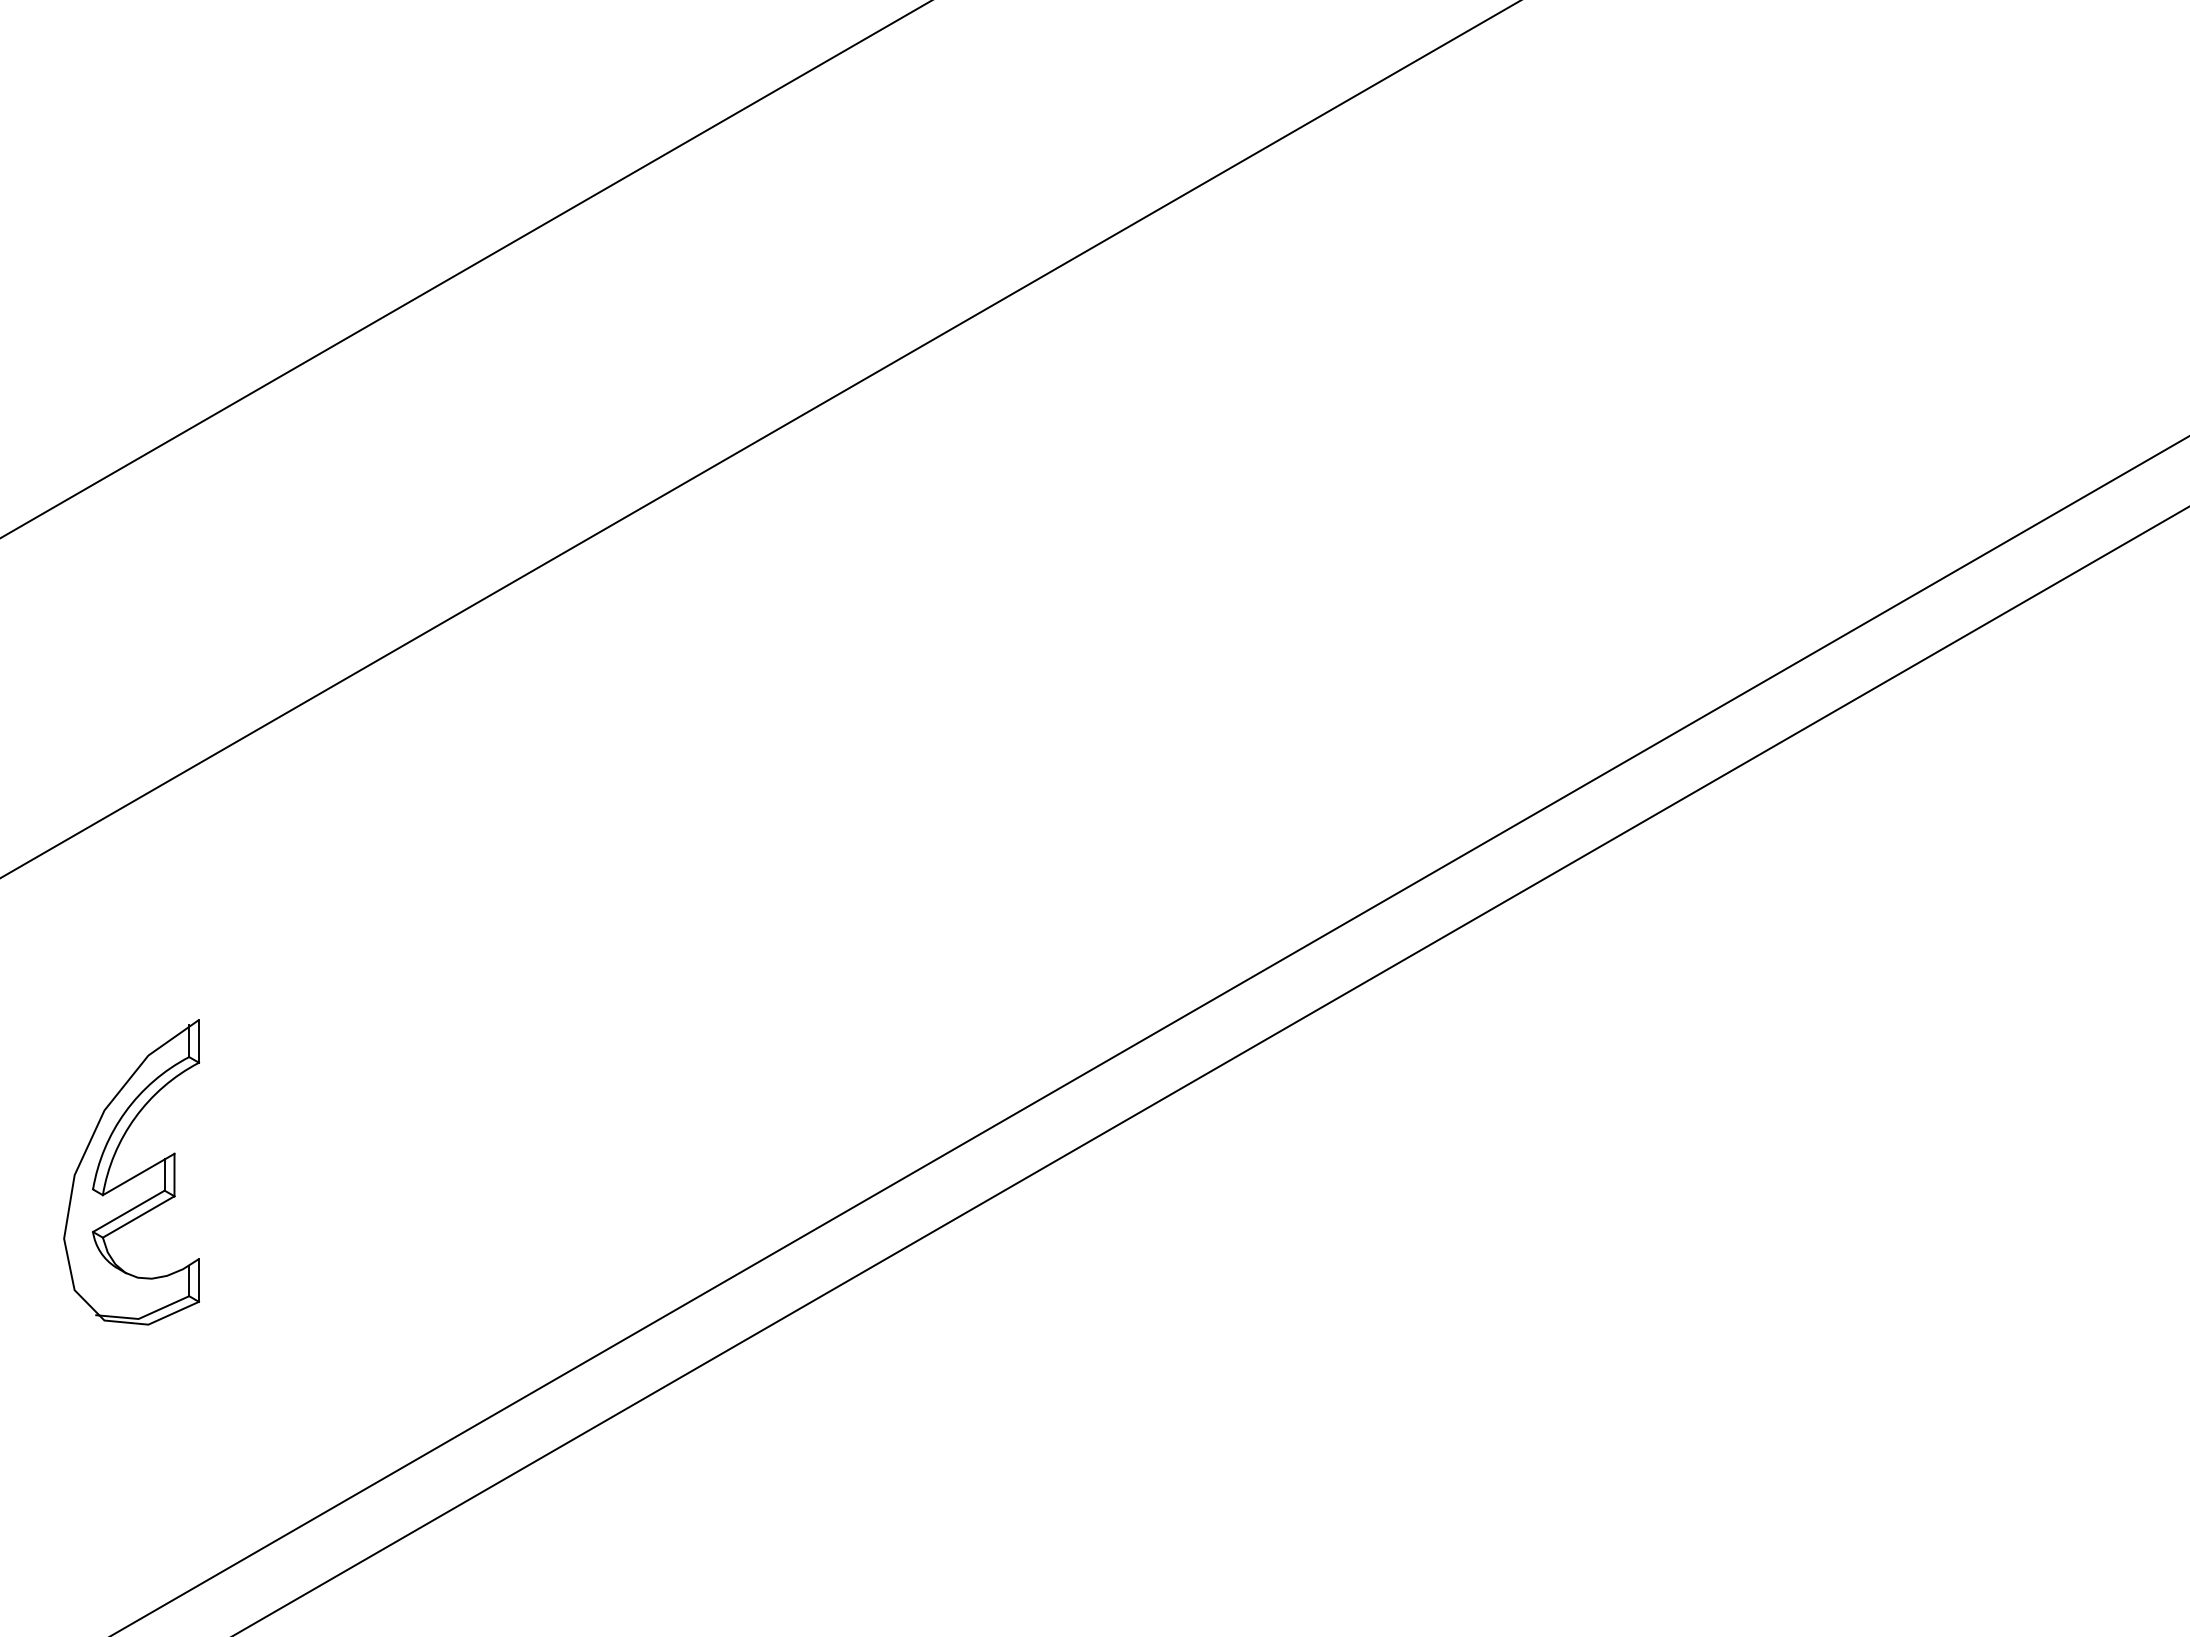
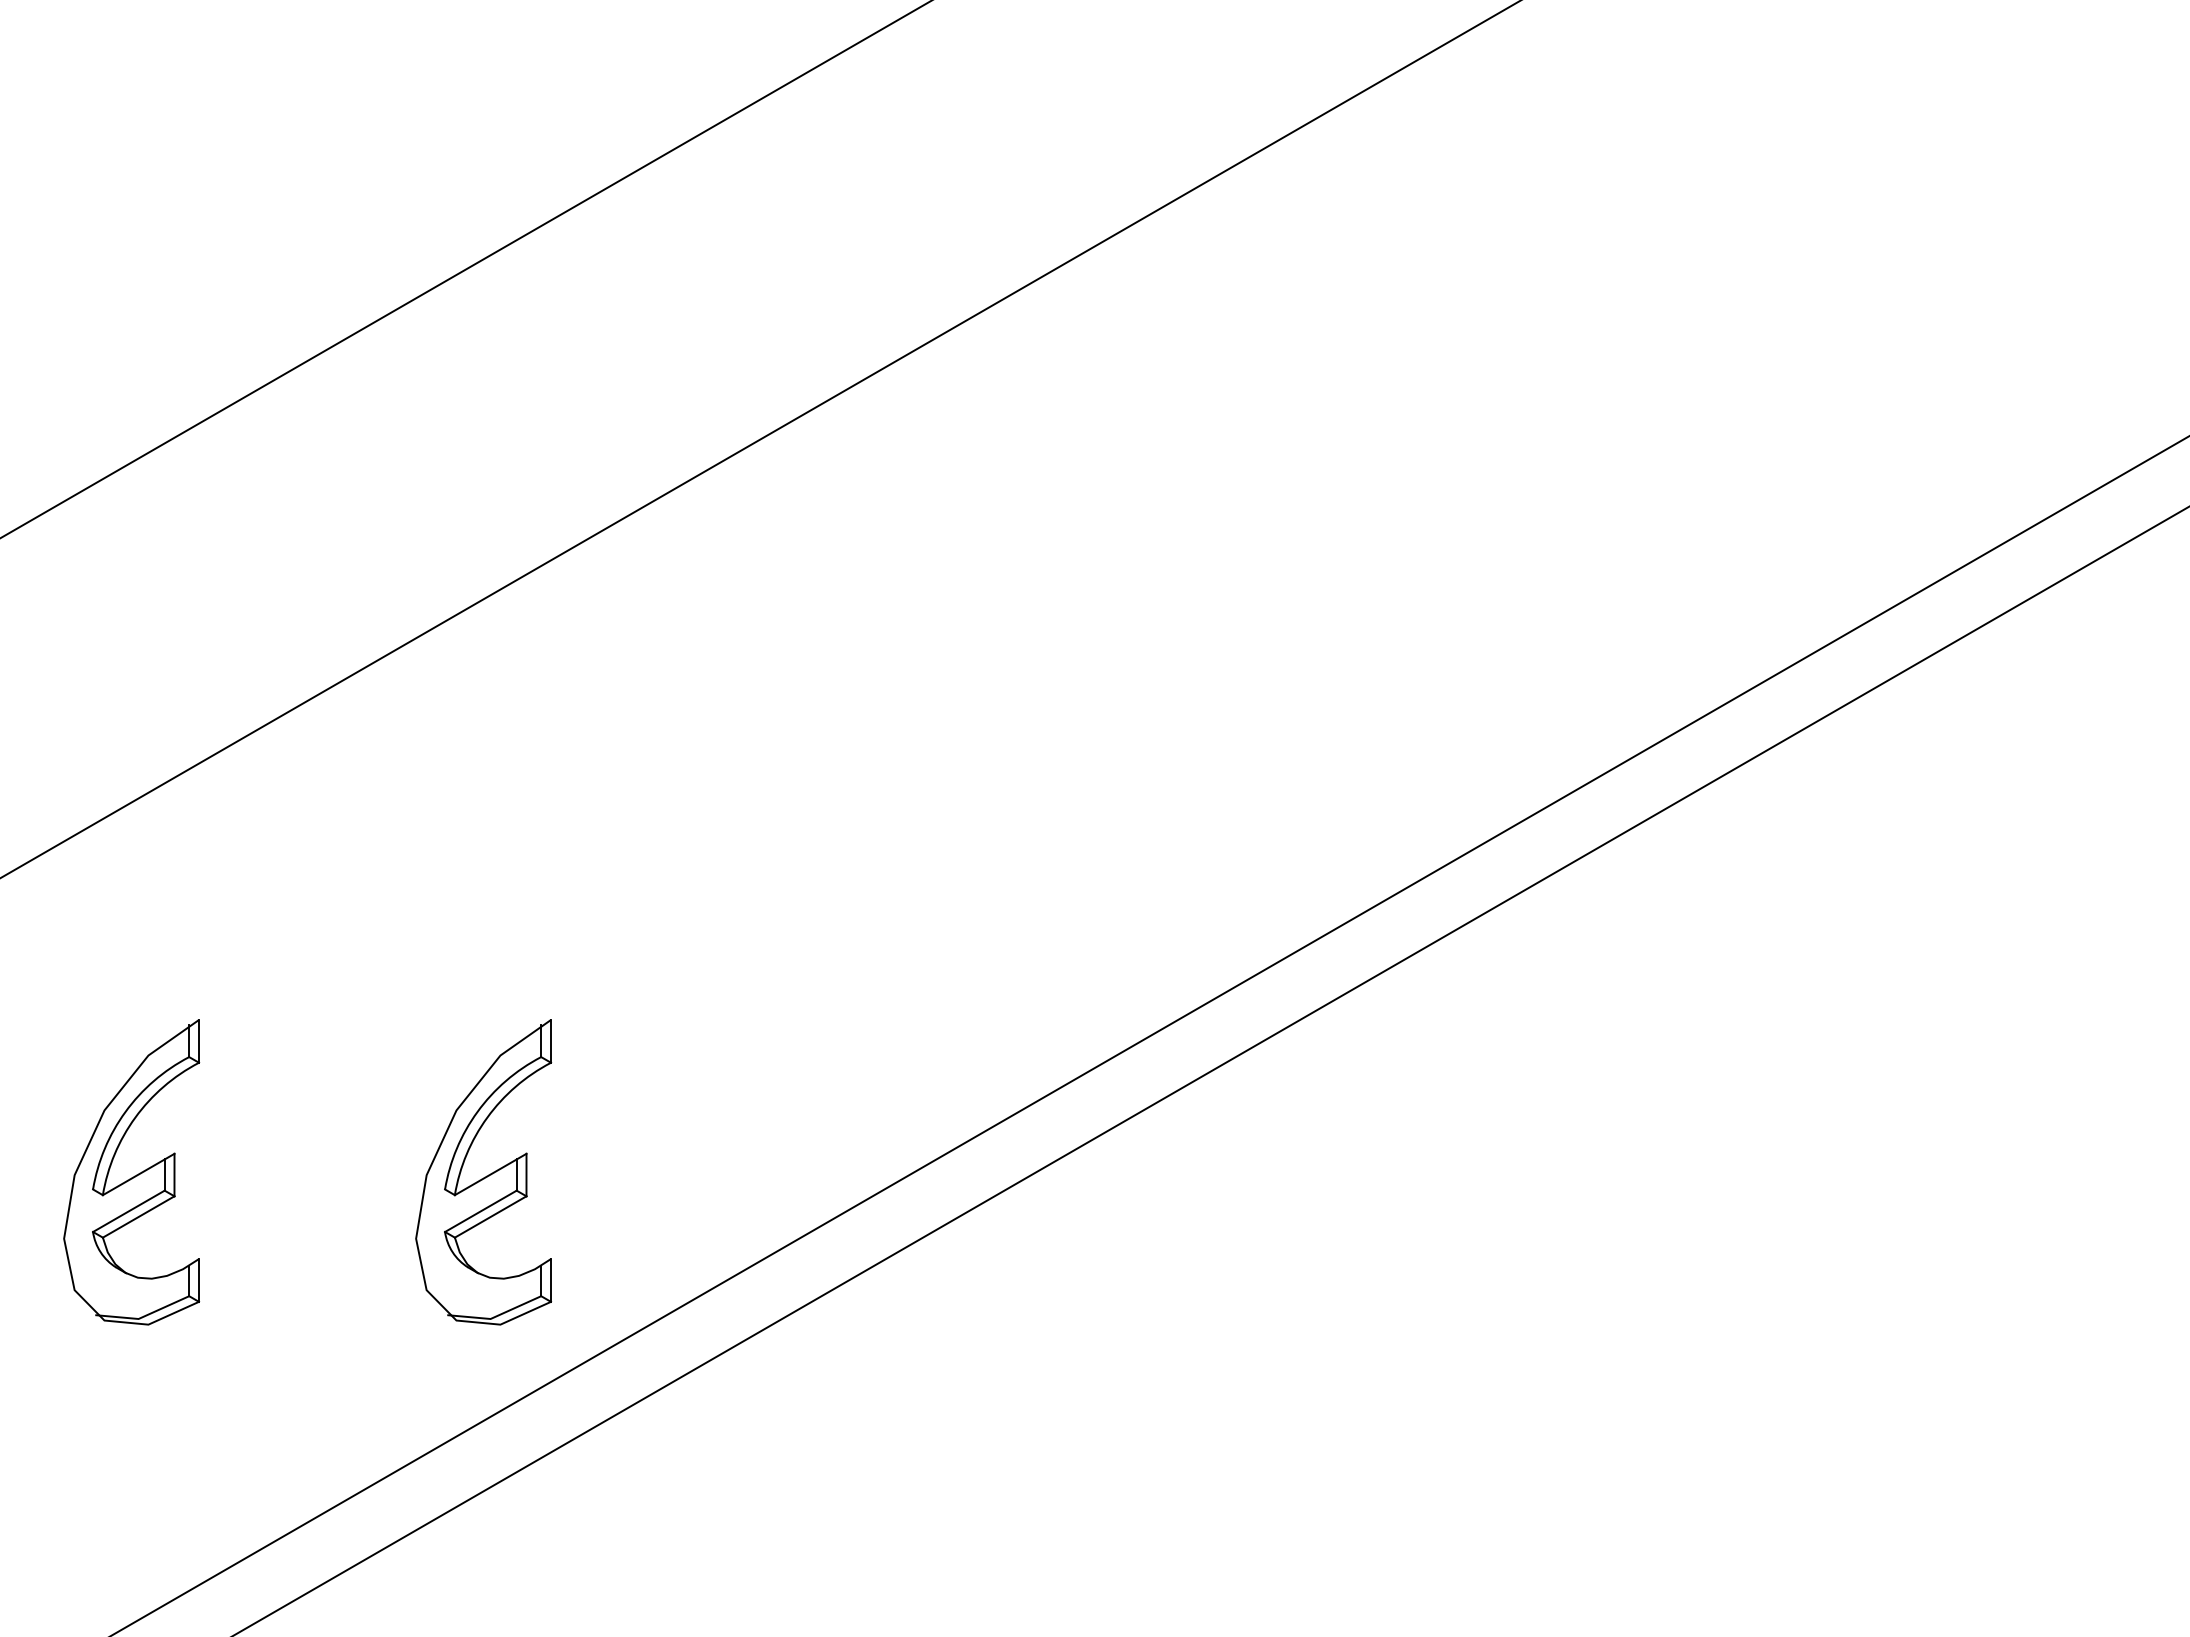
part at (483, 1172): none -> present
